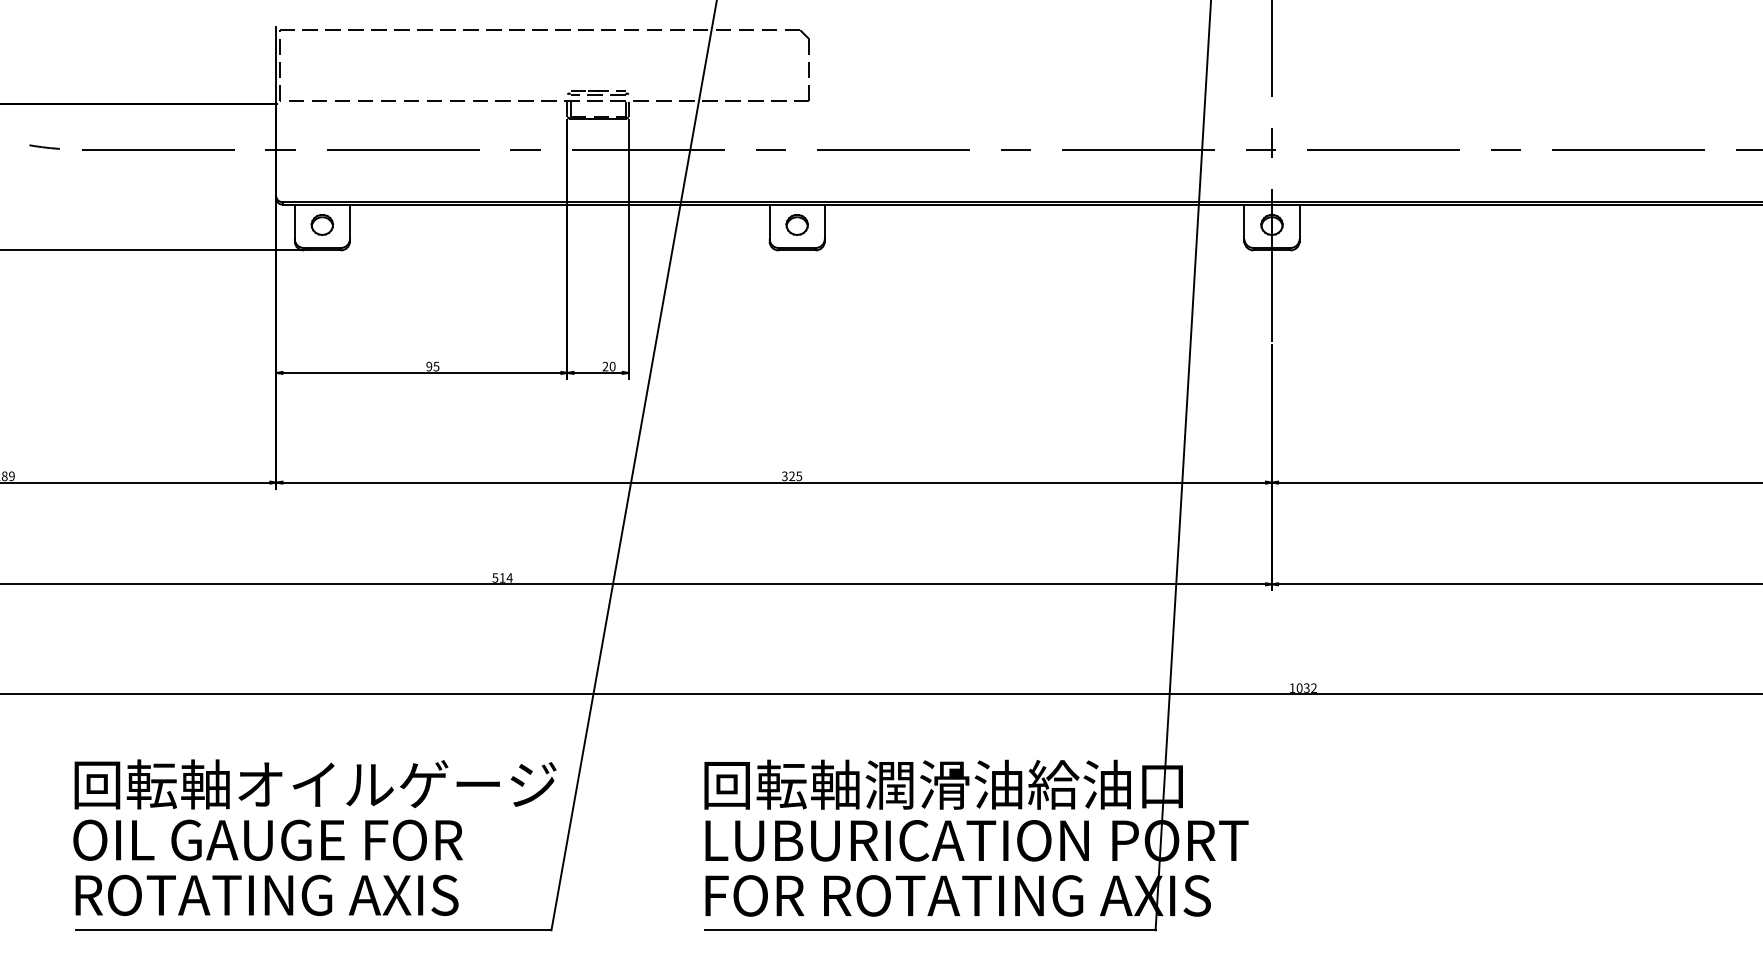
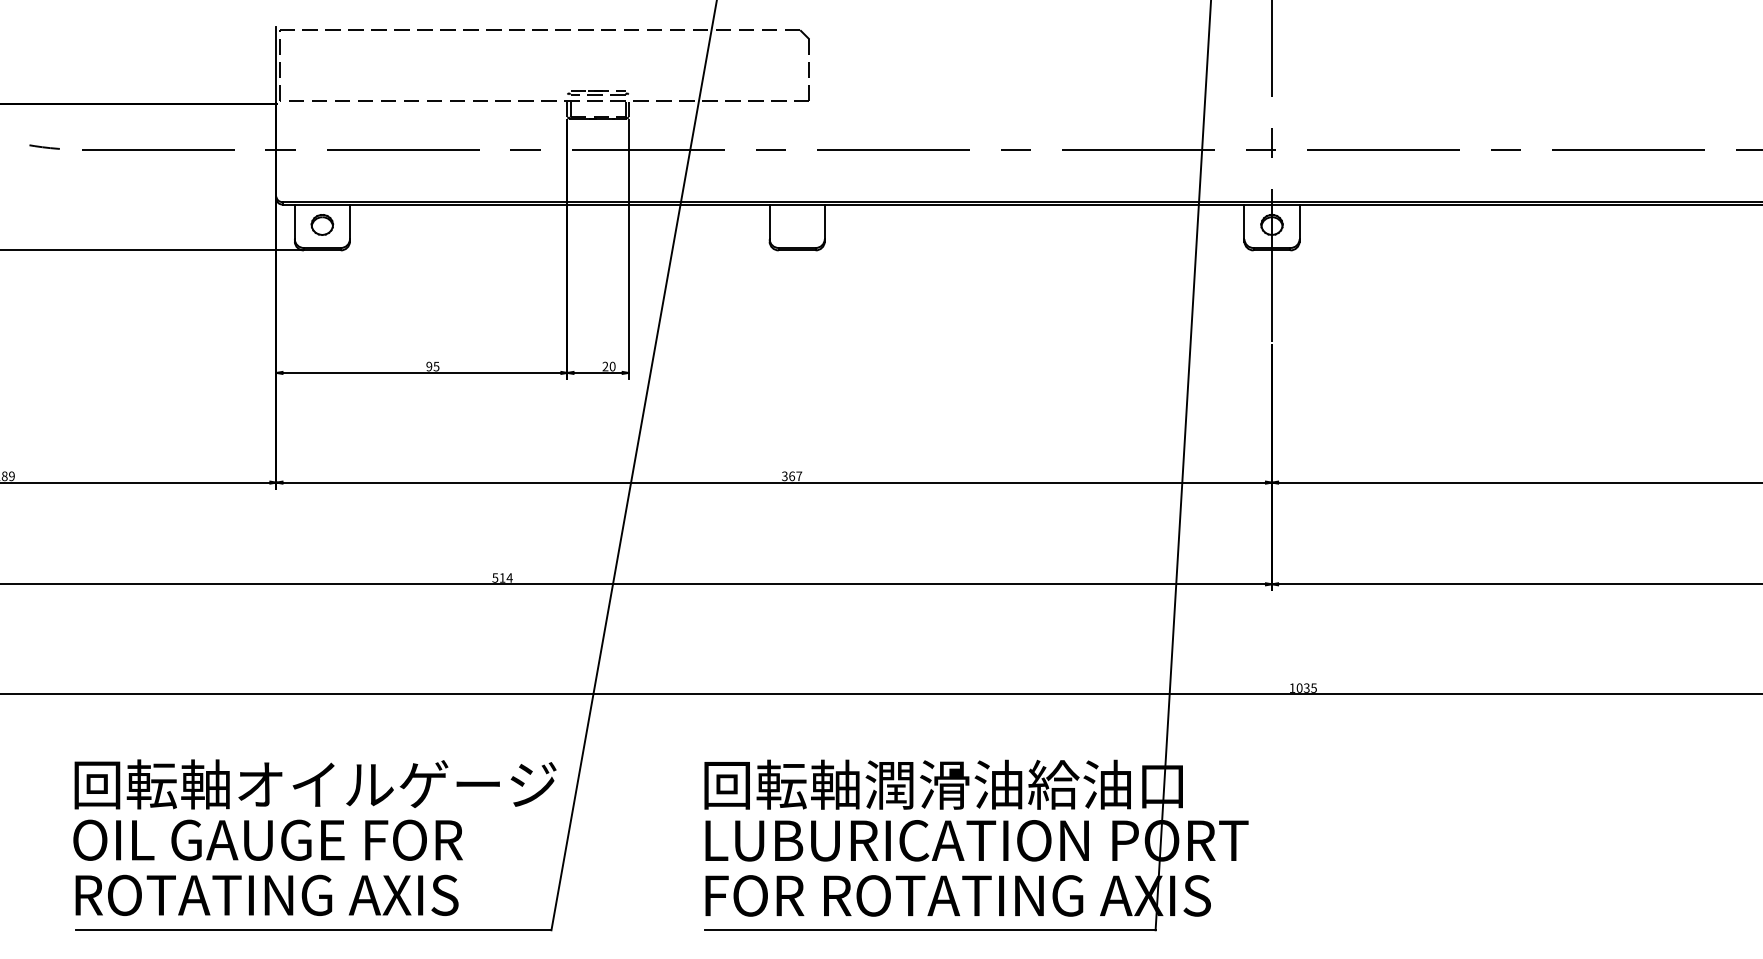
part at (796, 224): present -> none
text at (795, 476): 325 -> 367
text at (1313, 687): 1032 -> 1035
